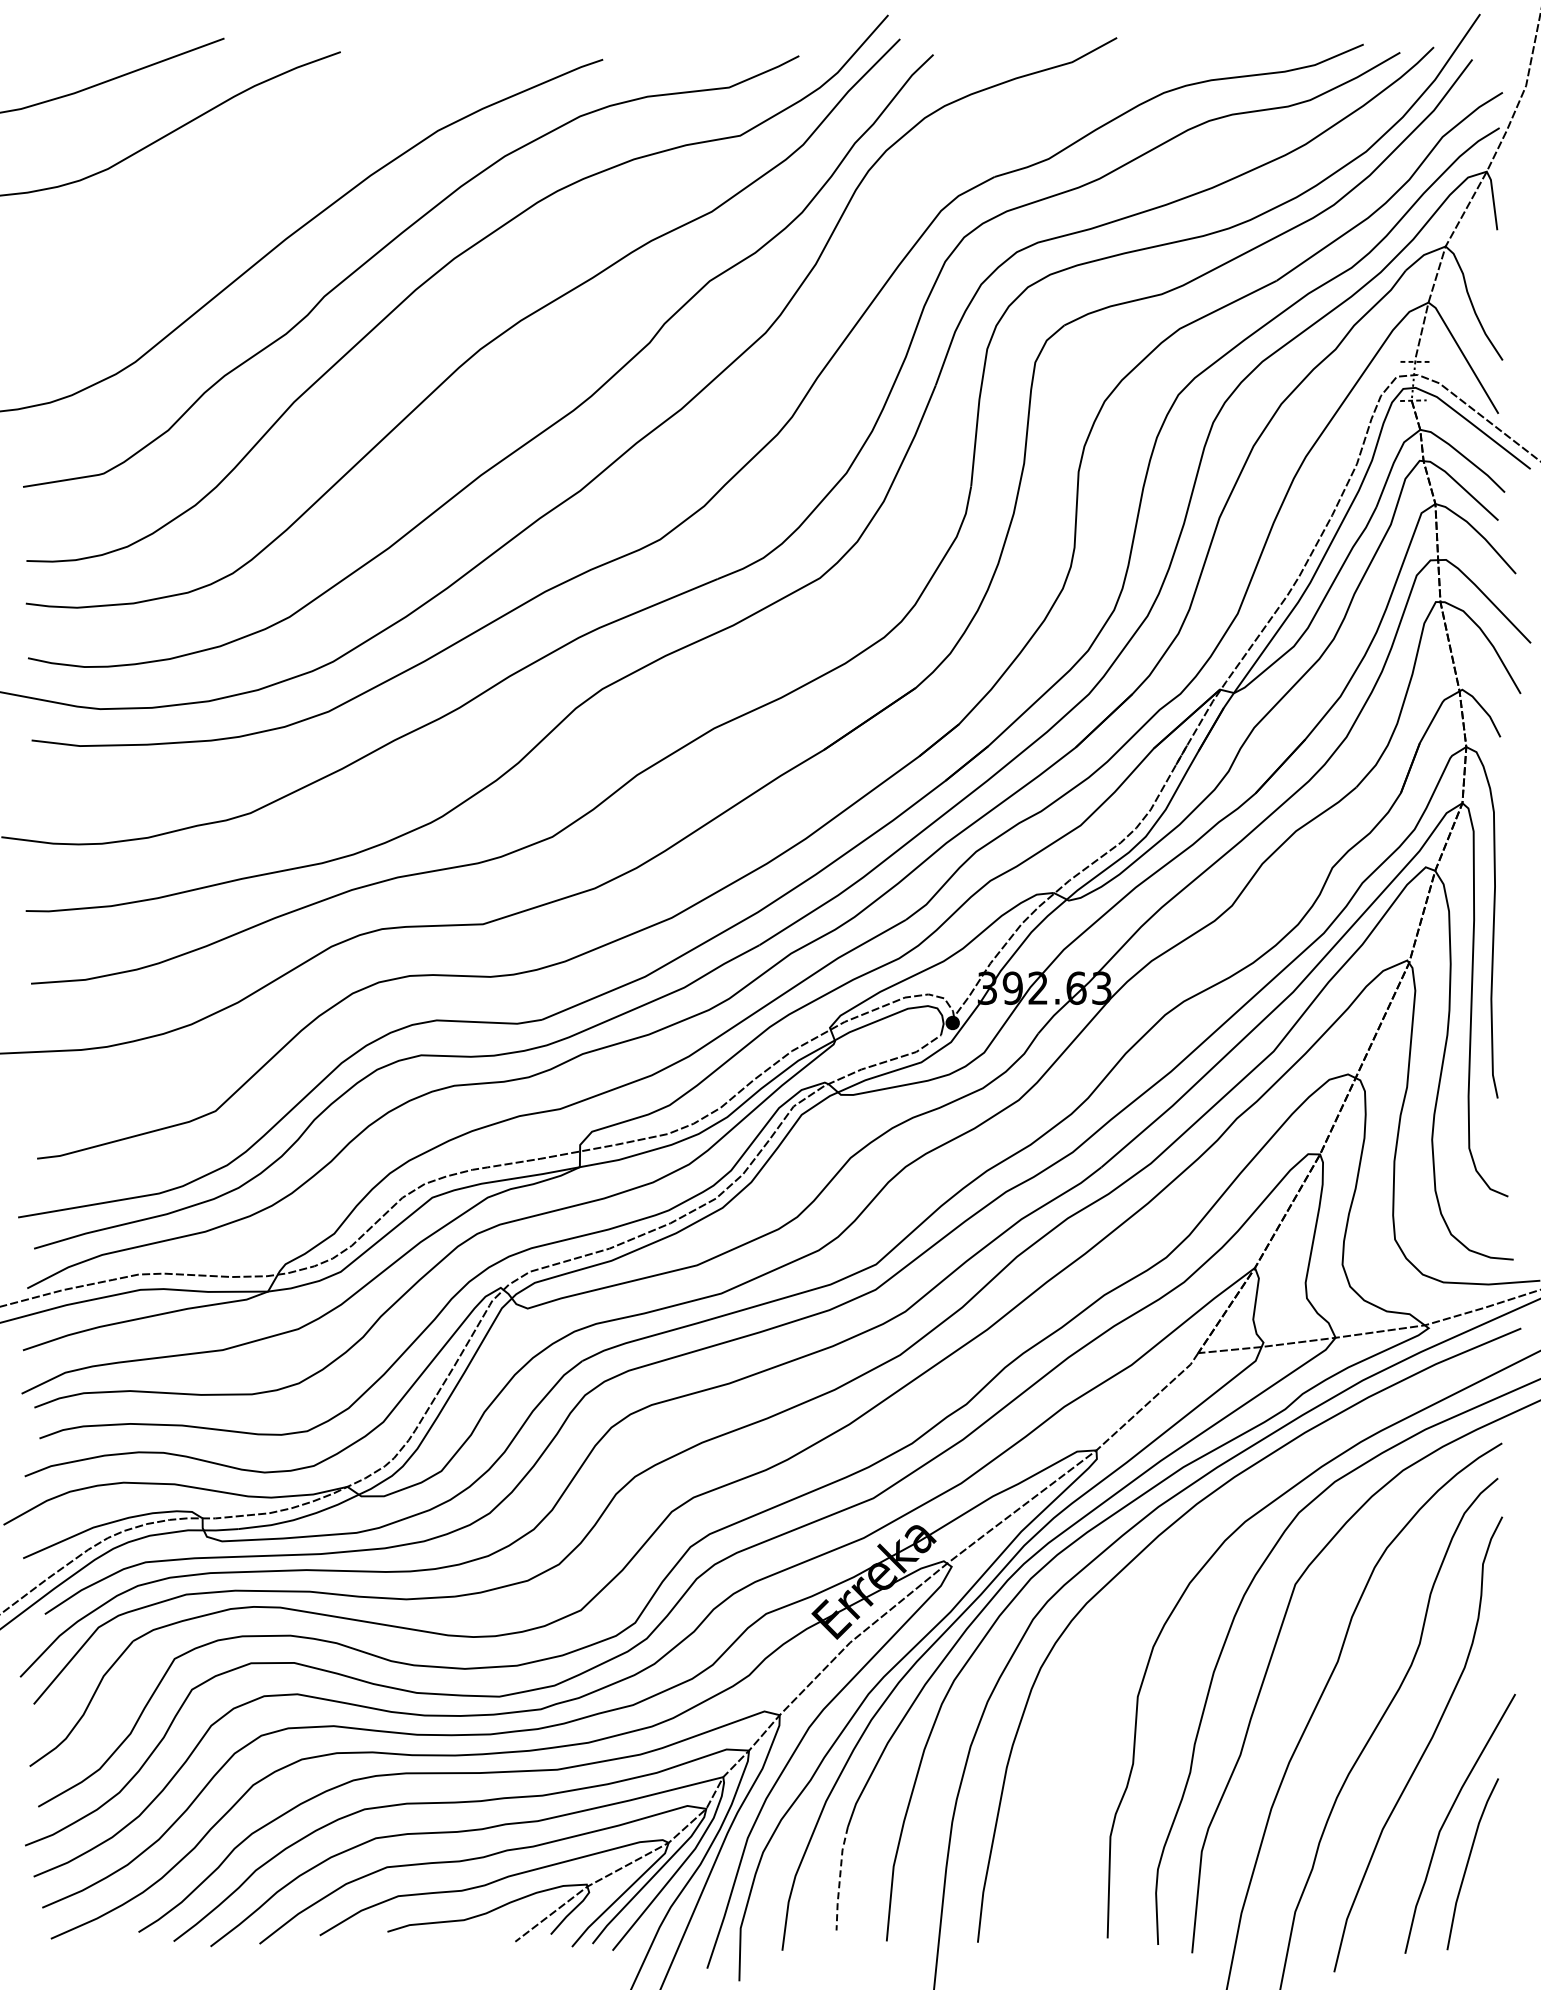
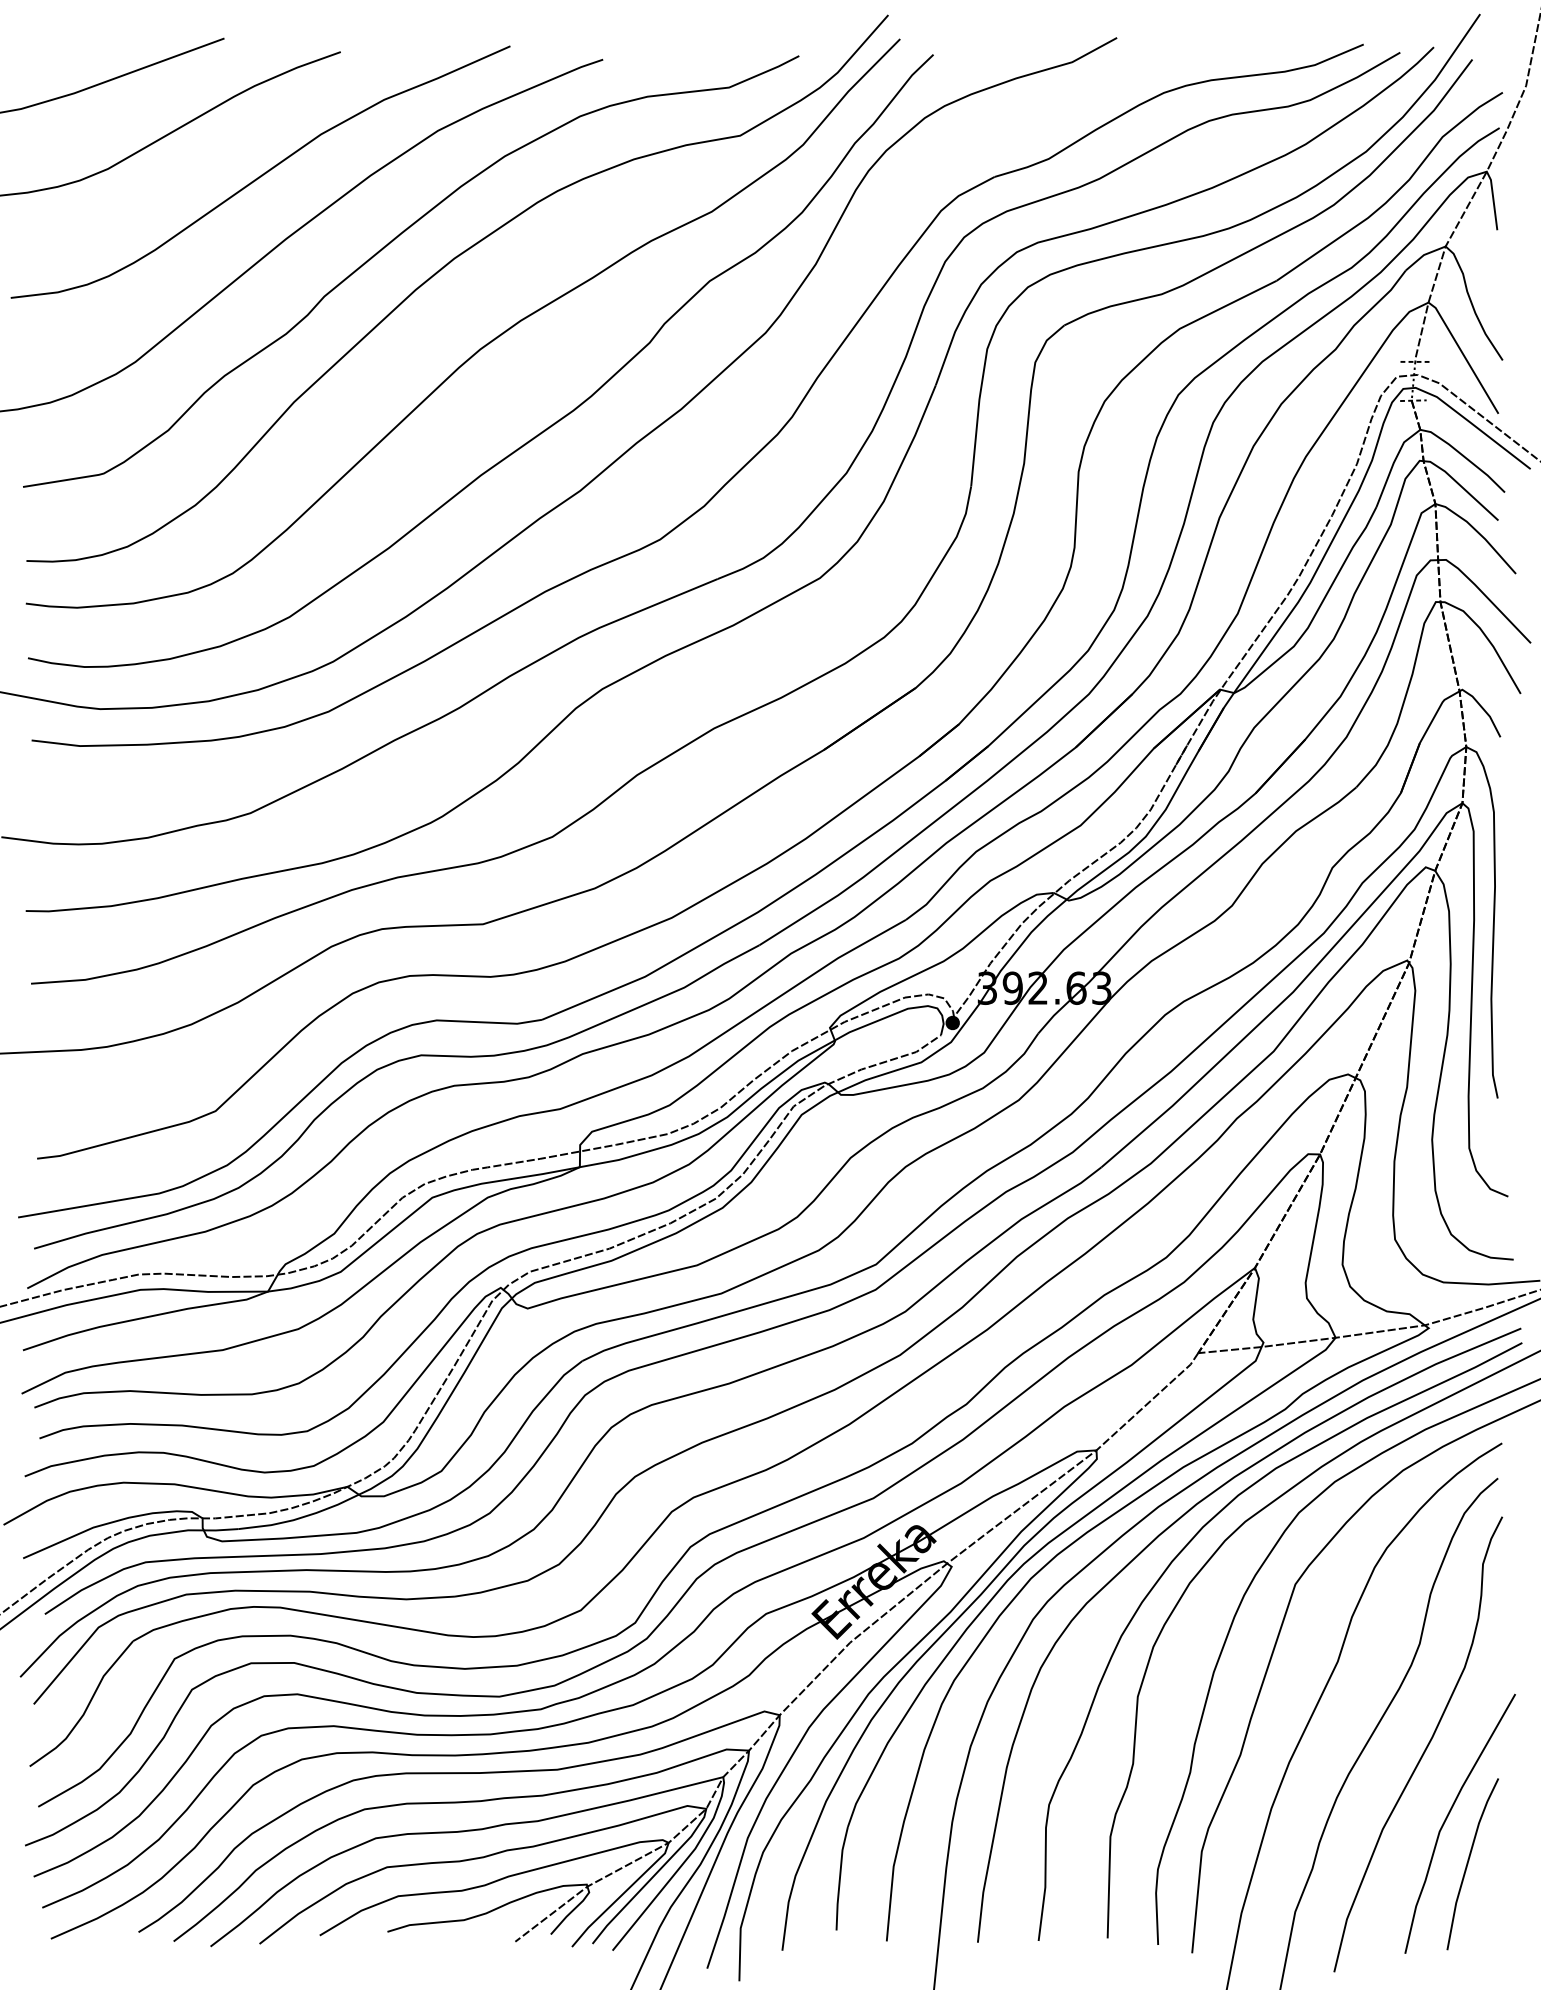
curve at (261, 174): none -> present
curve at (1177, 1557): none -> present
line at (839, 1878): dashed -> solid
